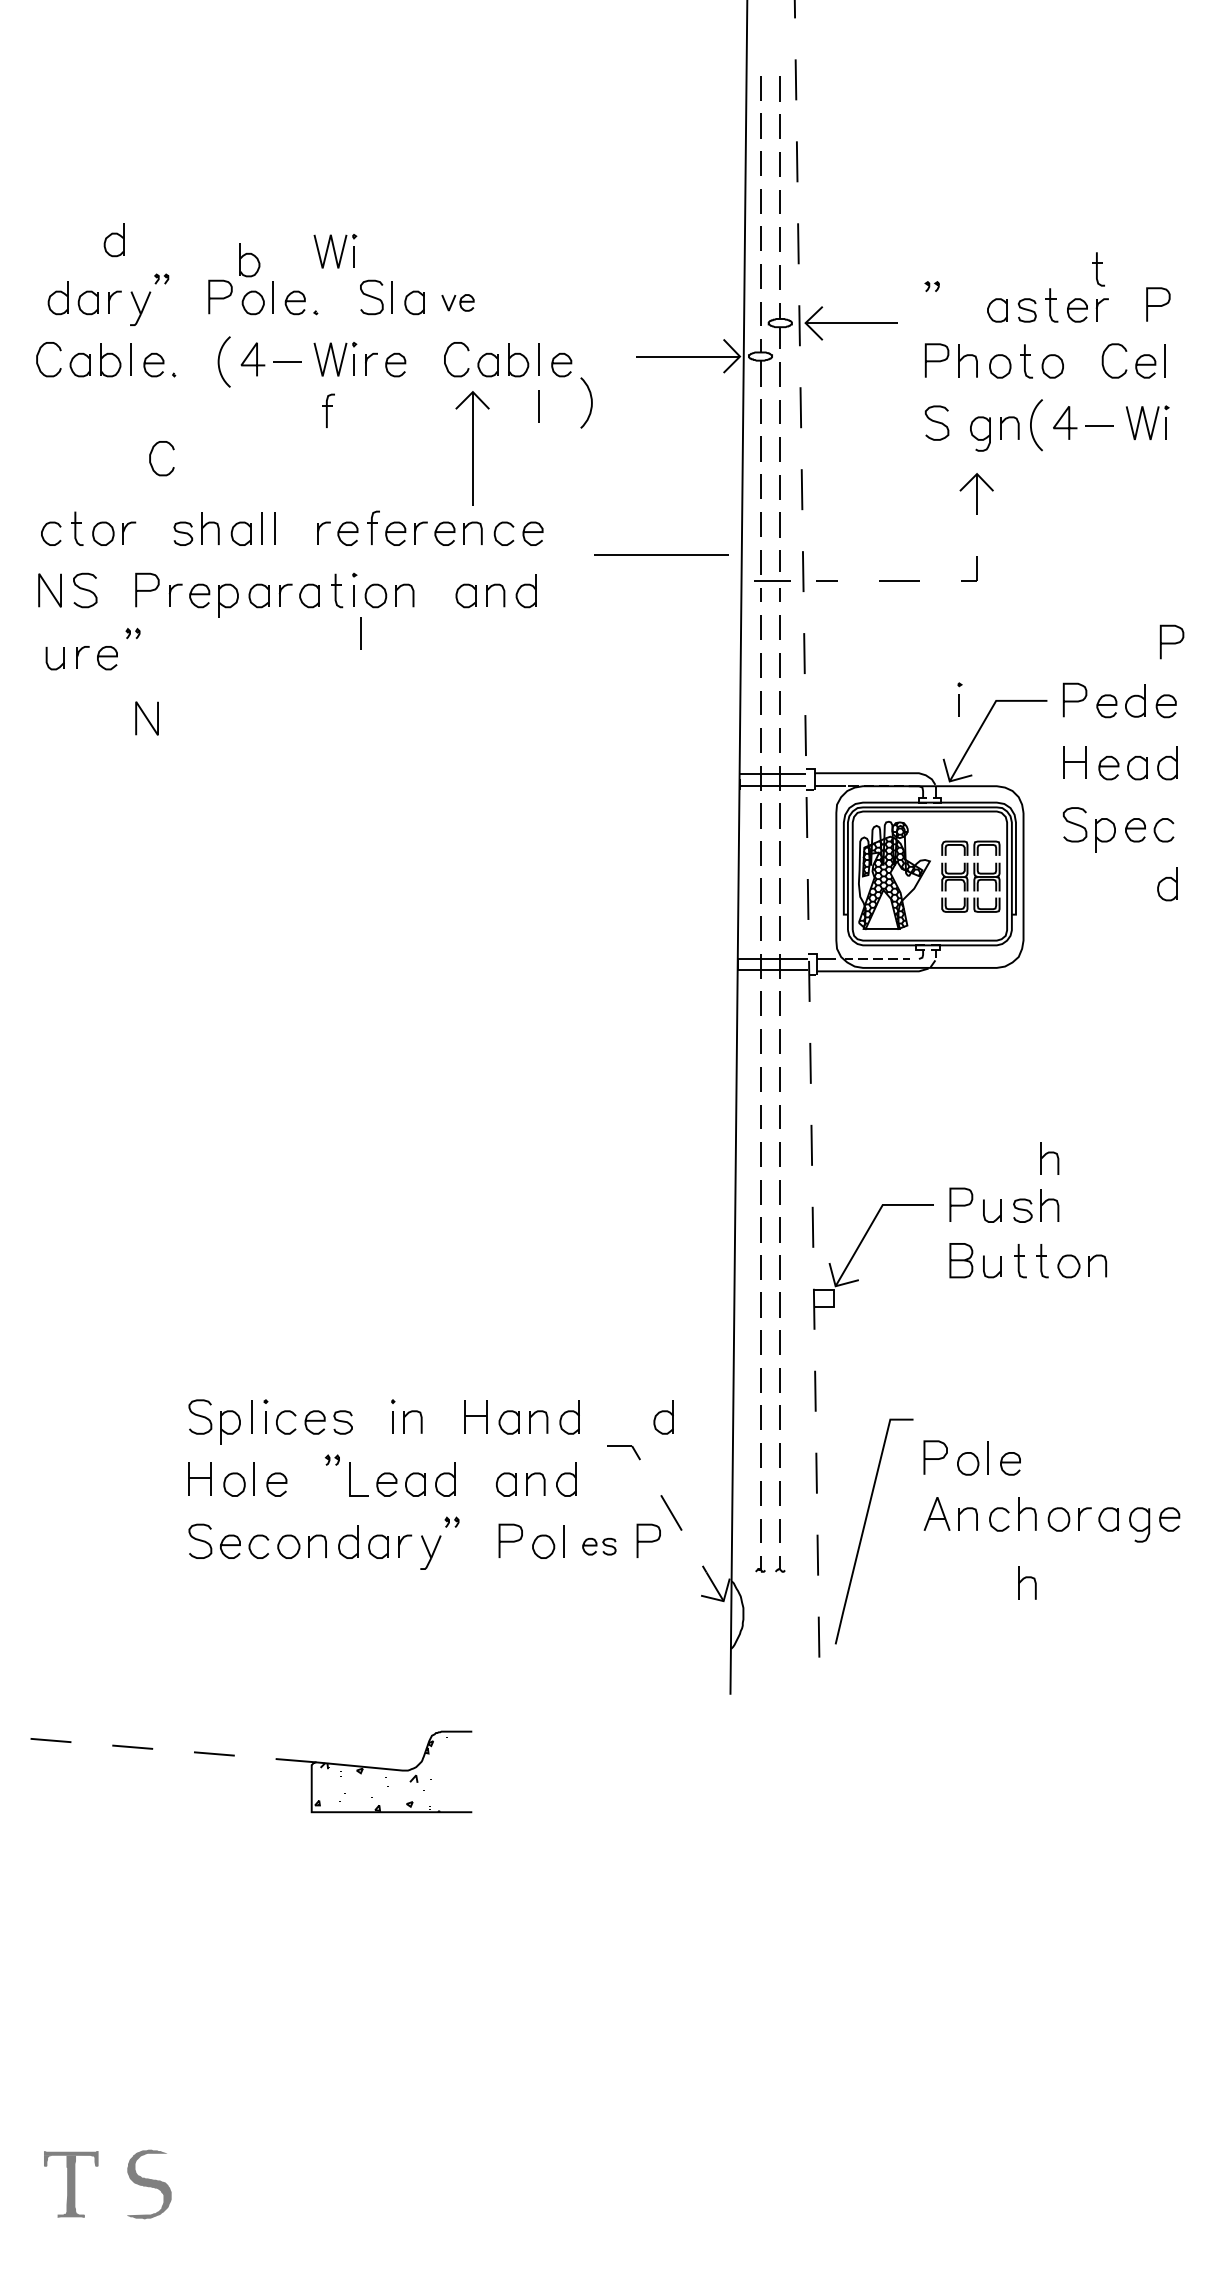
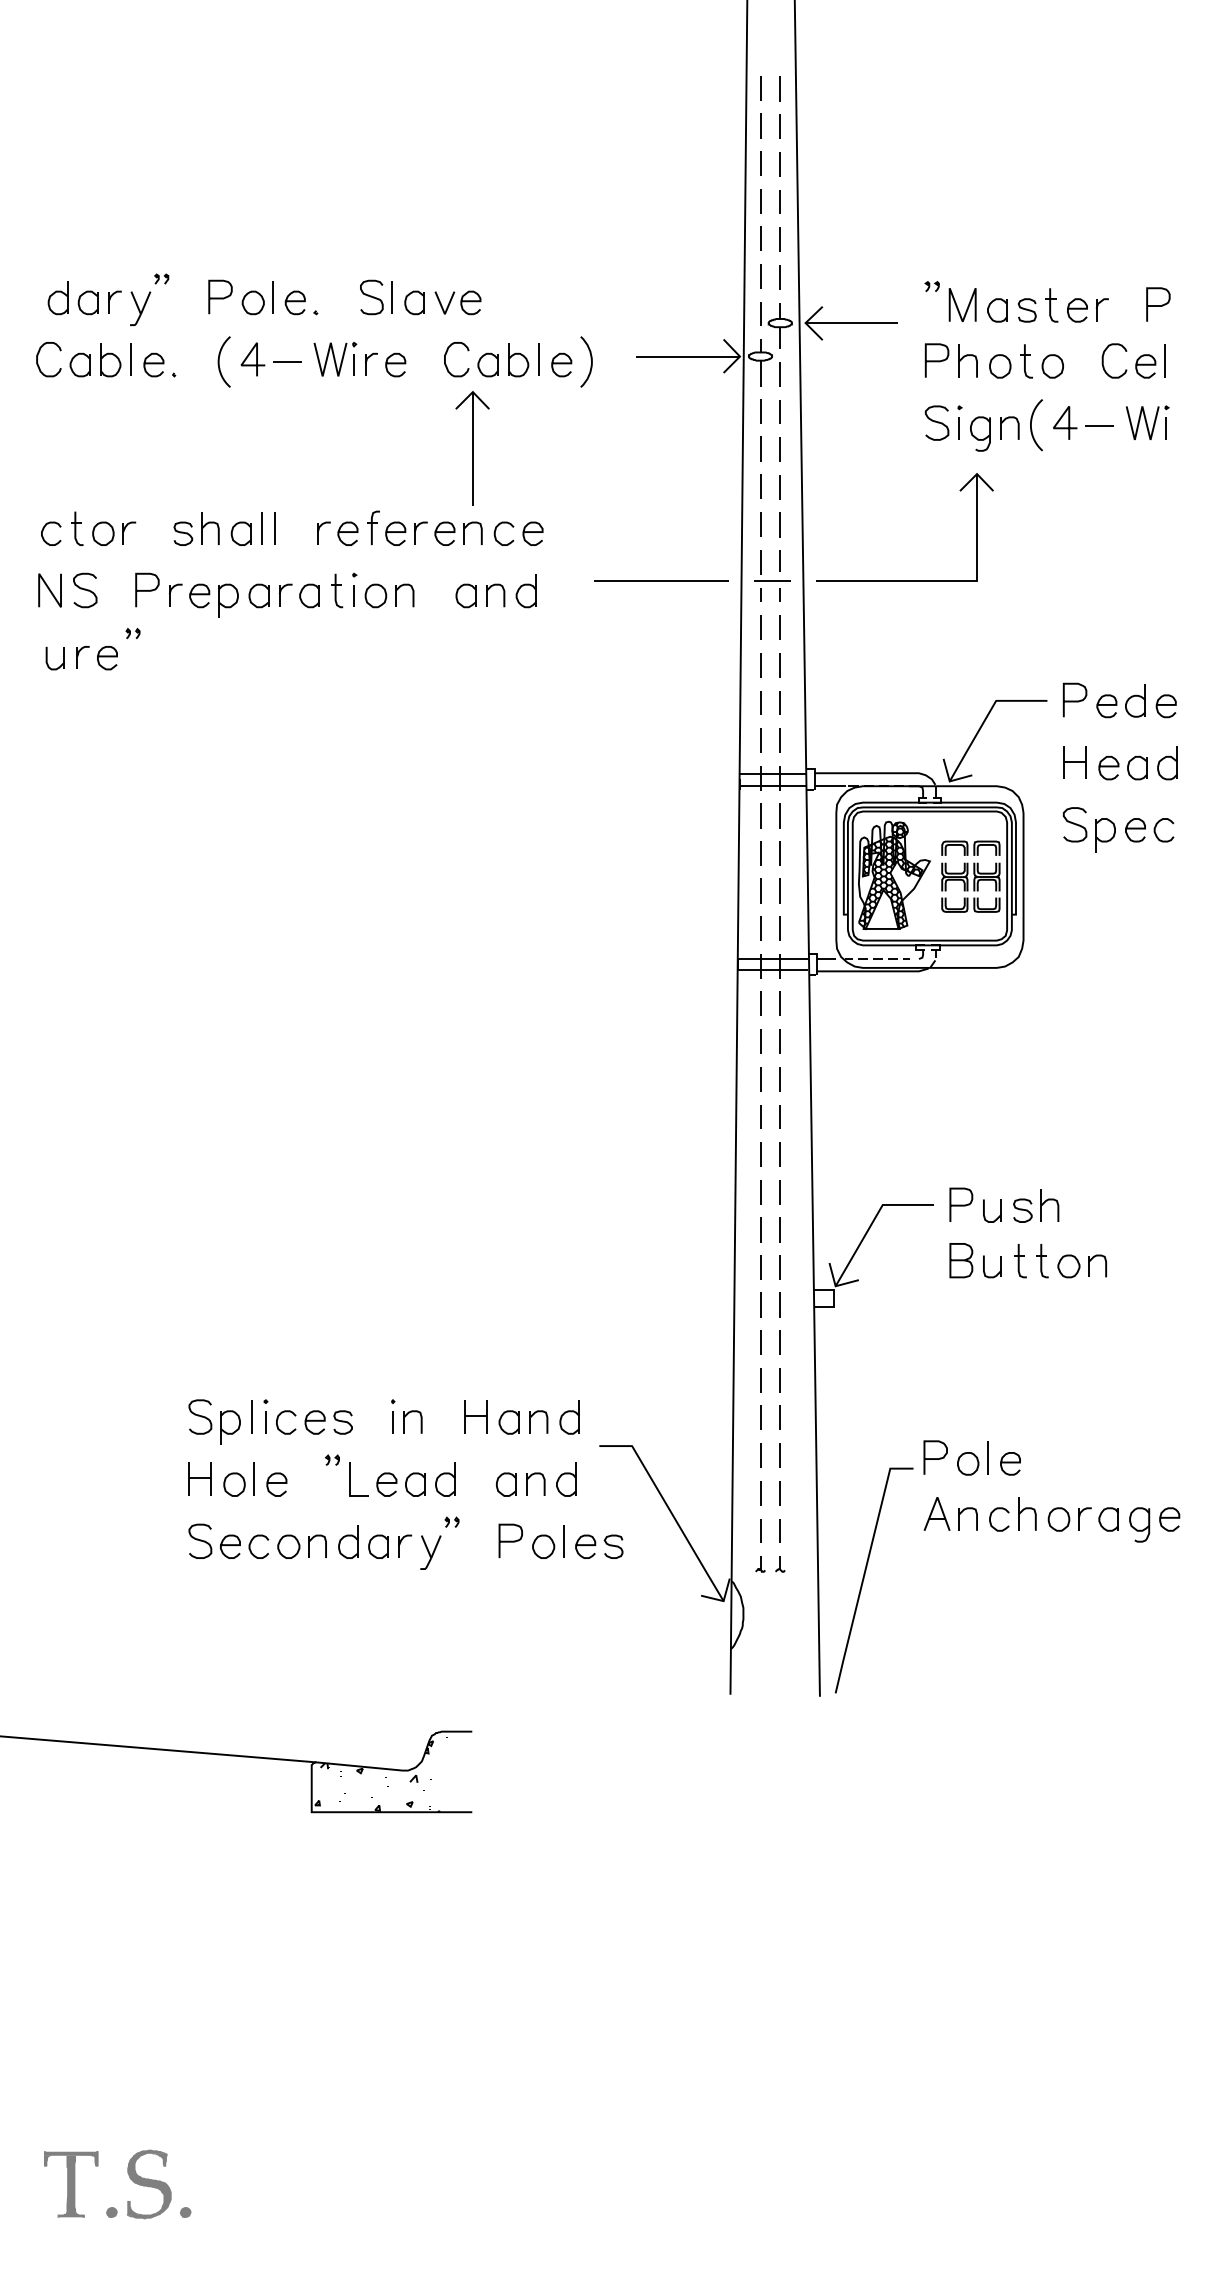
part at (113, 240): present -> none
part at (335, 251): present -> none
part at (249, 260): present -> none
part at (1098, 269): present -> none
part at (457, 302) size: 34x18 px -> 48x26 px
line at (958, 307): none -> present
arc at (590, 399) position: (590, 399) -> (590, 358)
line at (538, 406): present -> none
part at (328, 410): present -> none
curve at (151, 454): present -> none
line at (661, 554) position: (661, 554) -> (661, 580)
line at (950, 581): dashed -> solid
line at (360, 633): present -> none
curve at (1171, 642): present -> none
part at (959, 699) position: (959, 699) -> (959, 422)
line at (146, 718): present -> none
line at (807, 849): dashed -> solid
part at (1167, 884): present -> none
part at (1049, 1158): present -> none
part at (663, 1417): present -> none
line at (669, 1509): dashed -> solid
line at (864, 1530) position: (864, 1530) -> (864, 1579)
curve at (648, 1540): present -> none
part at (599, 1546) size: 35x18 px -> 49x25 px
part at (1027, 1582): present -> none
line at (158, 1749): dashed -> solid
fill at (158, 2159): none -> present
fill at (136, 2207): none -> present
fill at (111, 2212): none -> present
fill at (185, 2212): none -> present
